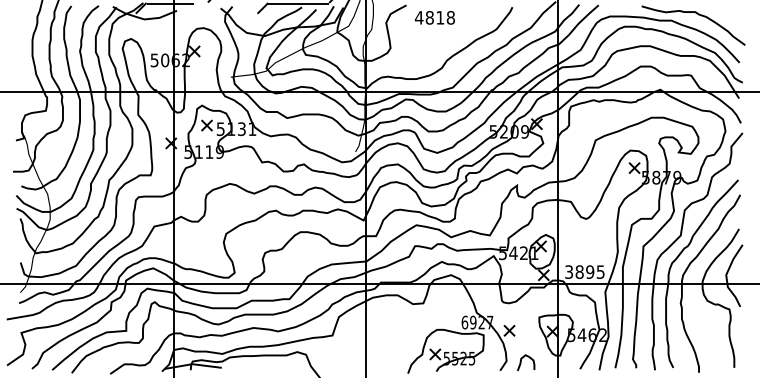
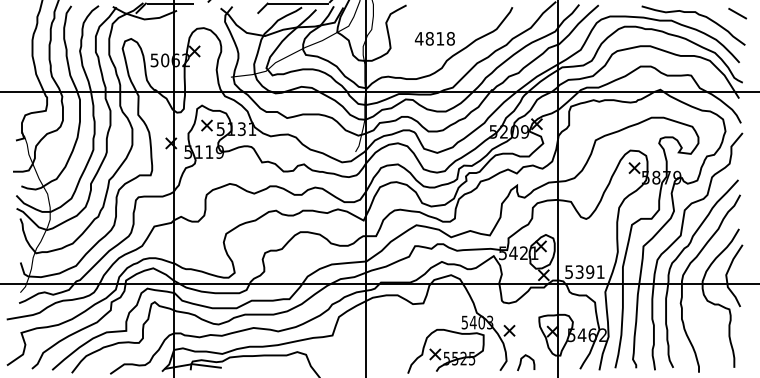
line at (737, 13): none -> present
text at (434, 17) position: (434, 17) -> (434, 38)
text at (584, 271): 3895 -> 5391
text at (477, 322): 6927 -> 5403
